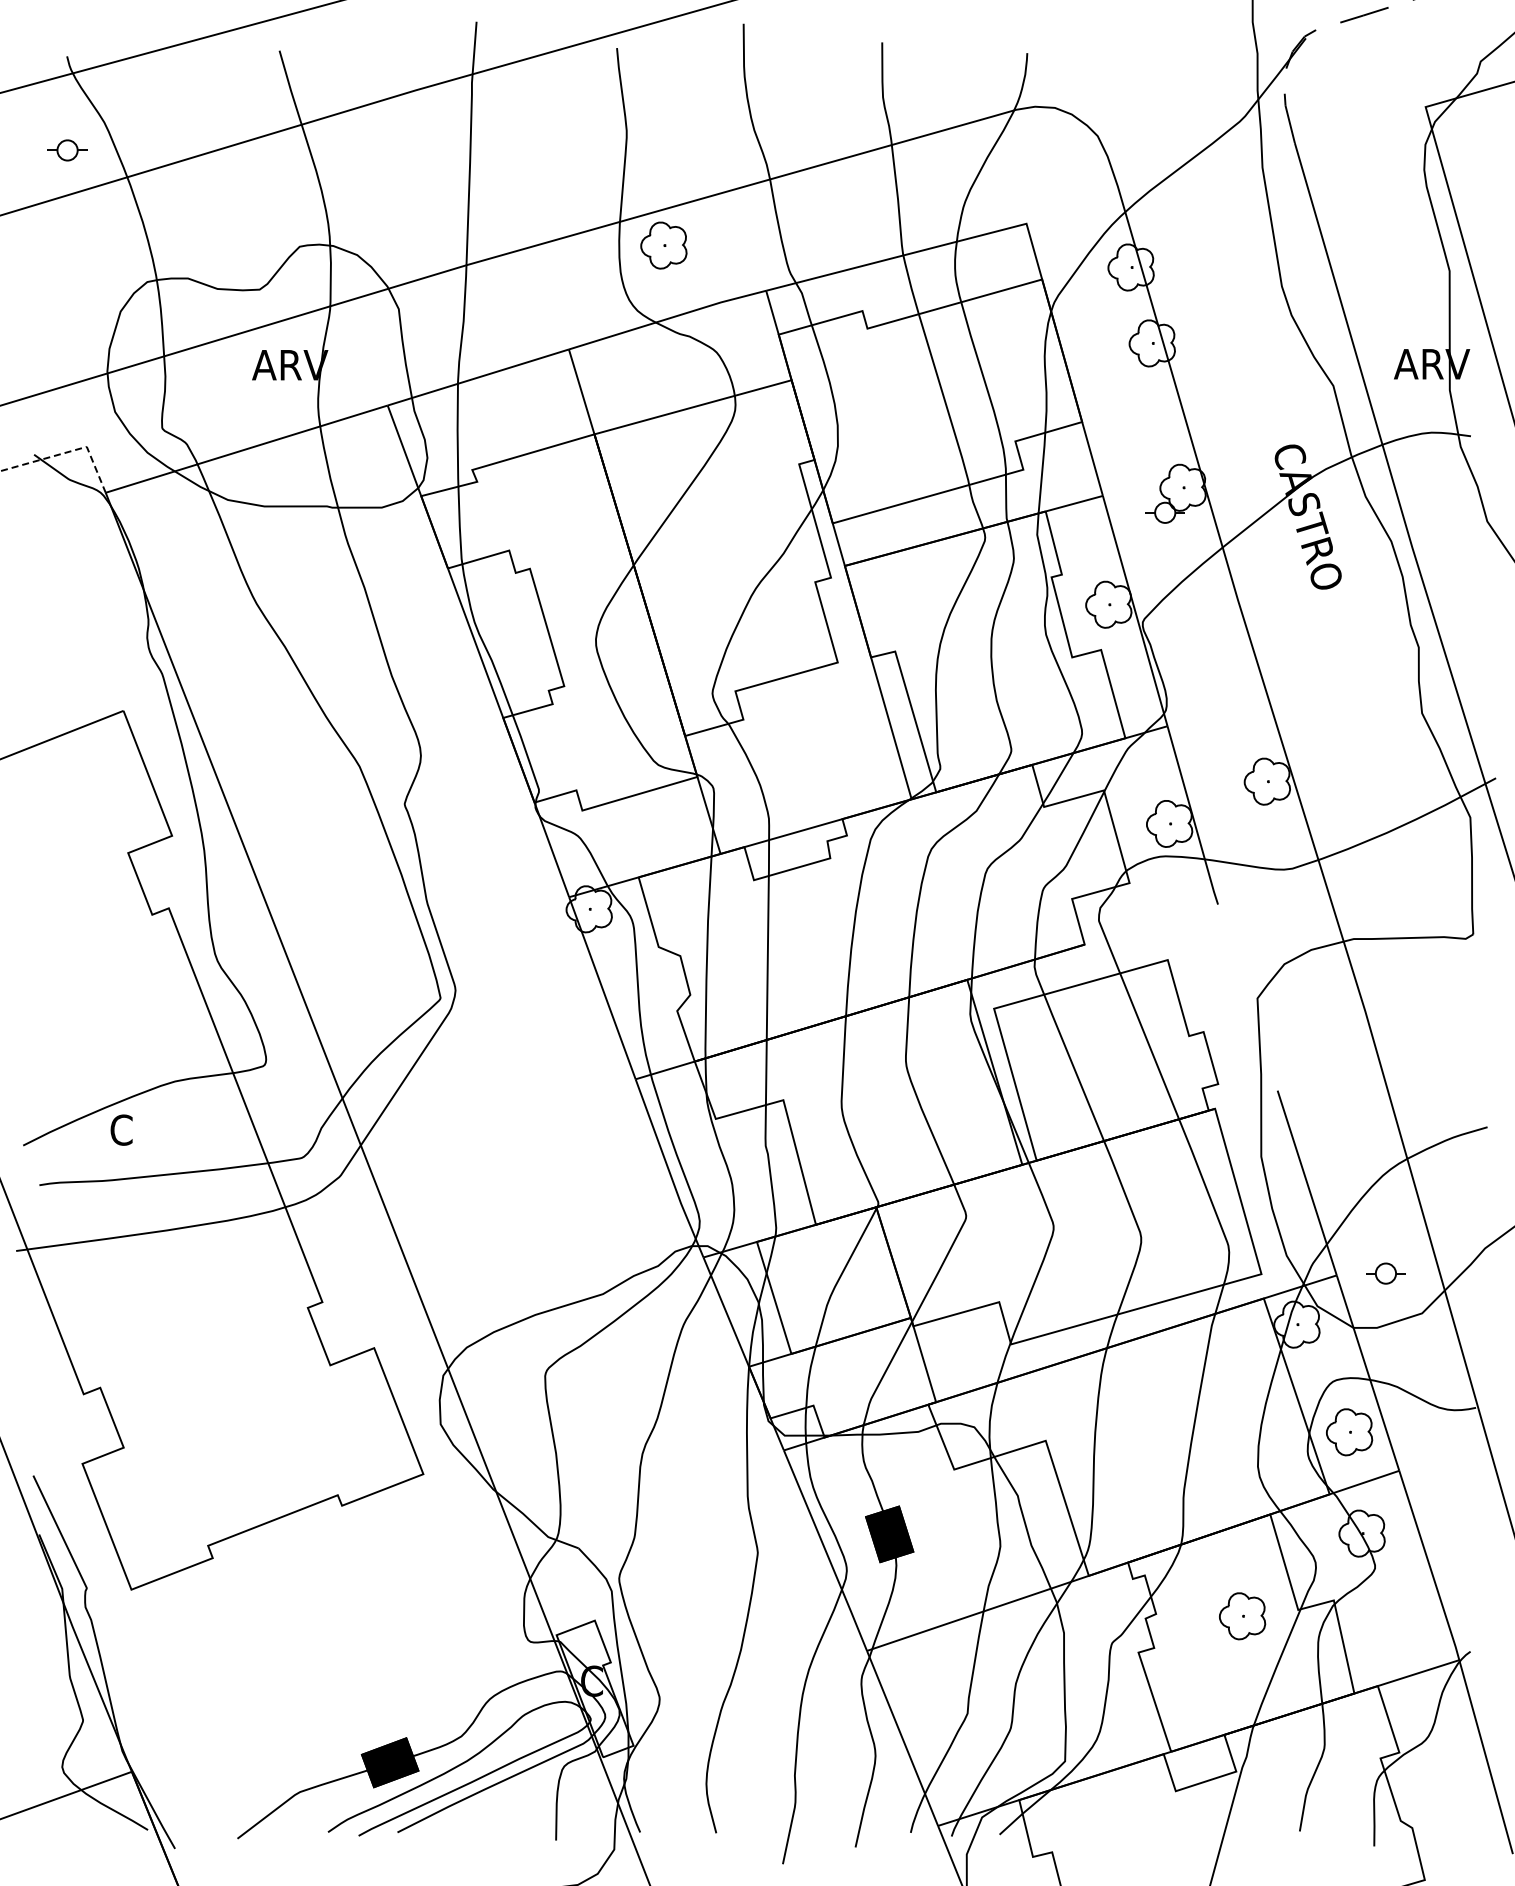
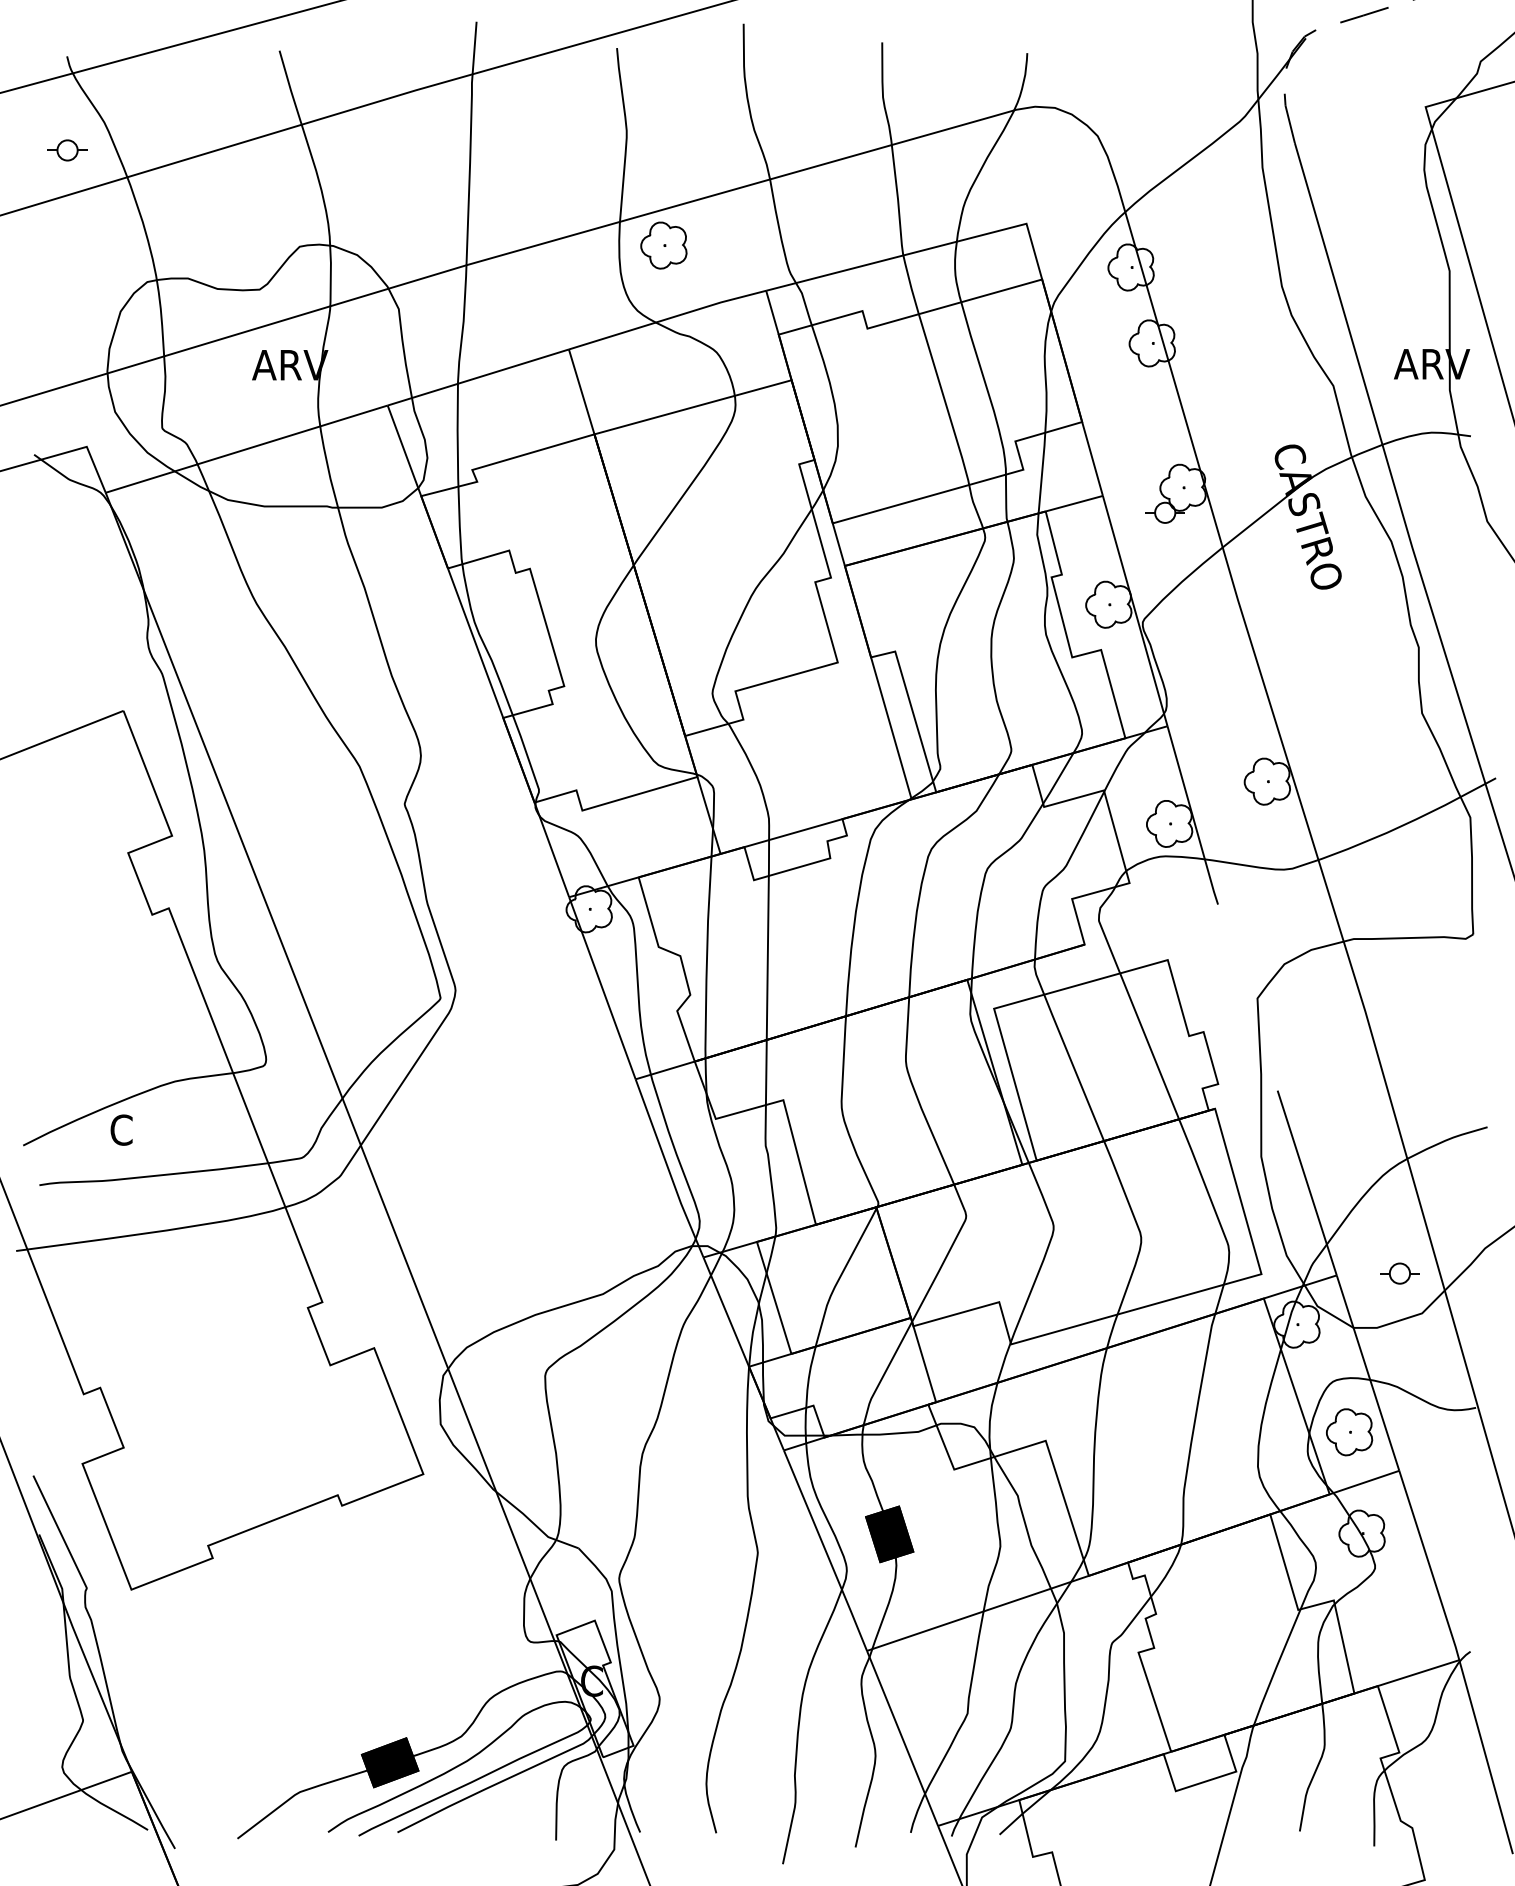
line at (68, 451): dashed -> solid
part at (1385, 1273) position: (1385, 1273) -> (1399, 1273)
part at (1242, 1616): present -> none
